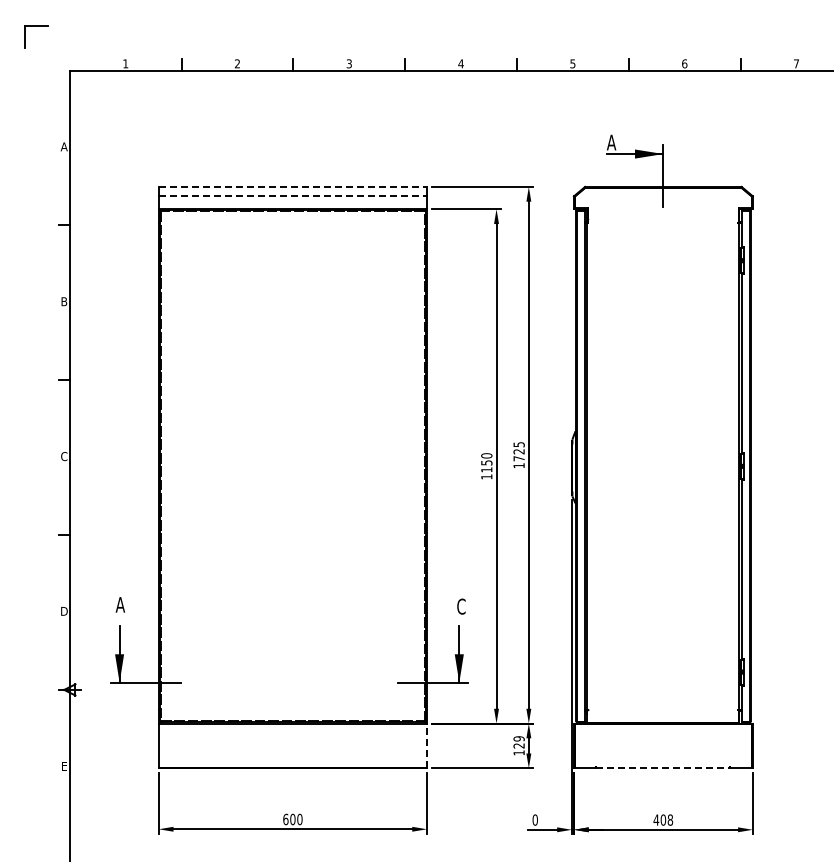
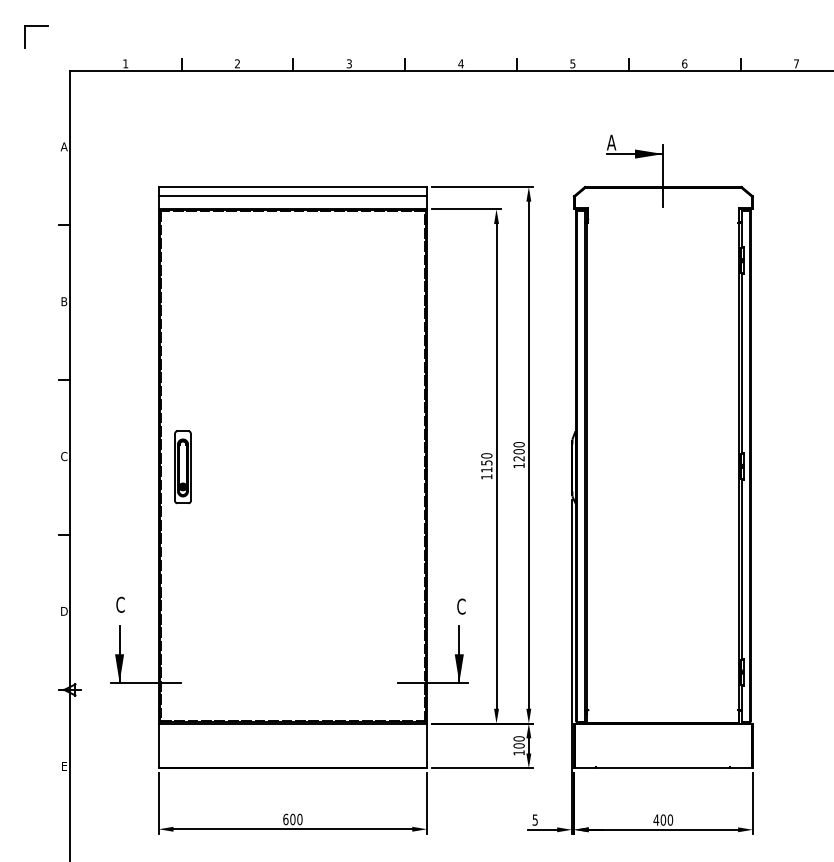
line at (293, 186): dashed -> solid
line at (293, 196): dashed -> solid
text at (518, 451): 1725 -> 1200
part at (182, 467): none -> present
text at (120, 604): A -> C
text at (518, 742): 129 -> 100
line at (427, 745): dashed -> solid
line at (663, 768): dashed -> solid
text at (534, 819): 0 -> 5
text at (670, 819): 408 -> 400
